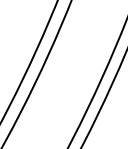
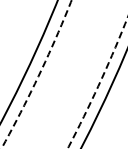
circle at (36, 74): solid -> dashed
circle at (97, 82): solid -> dashed
